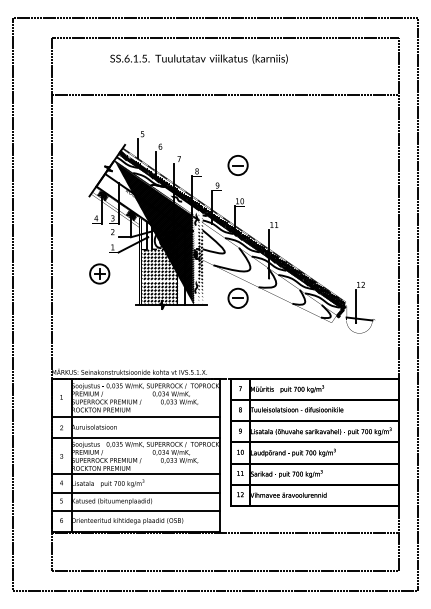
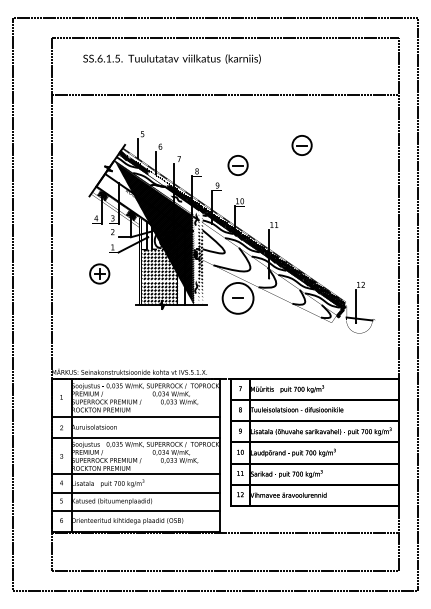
text at (198, 58) position: (198, 58) -> (171, 58)
part at (301, 145): none -> present
hatch at (157, 179): present -> none
circle at (237, 298) diameter: 19 px -> 31 px
